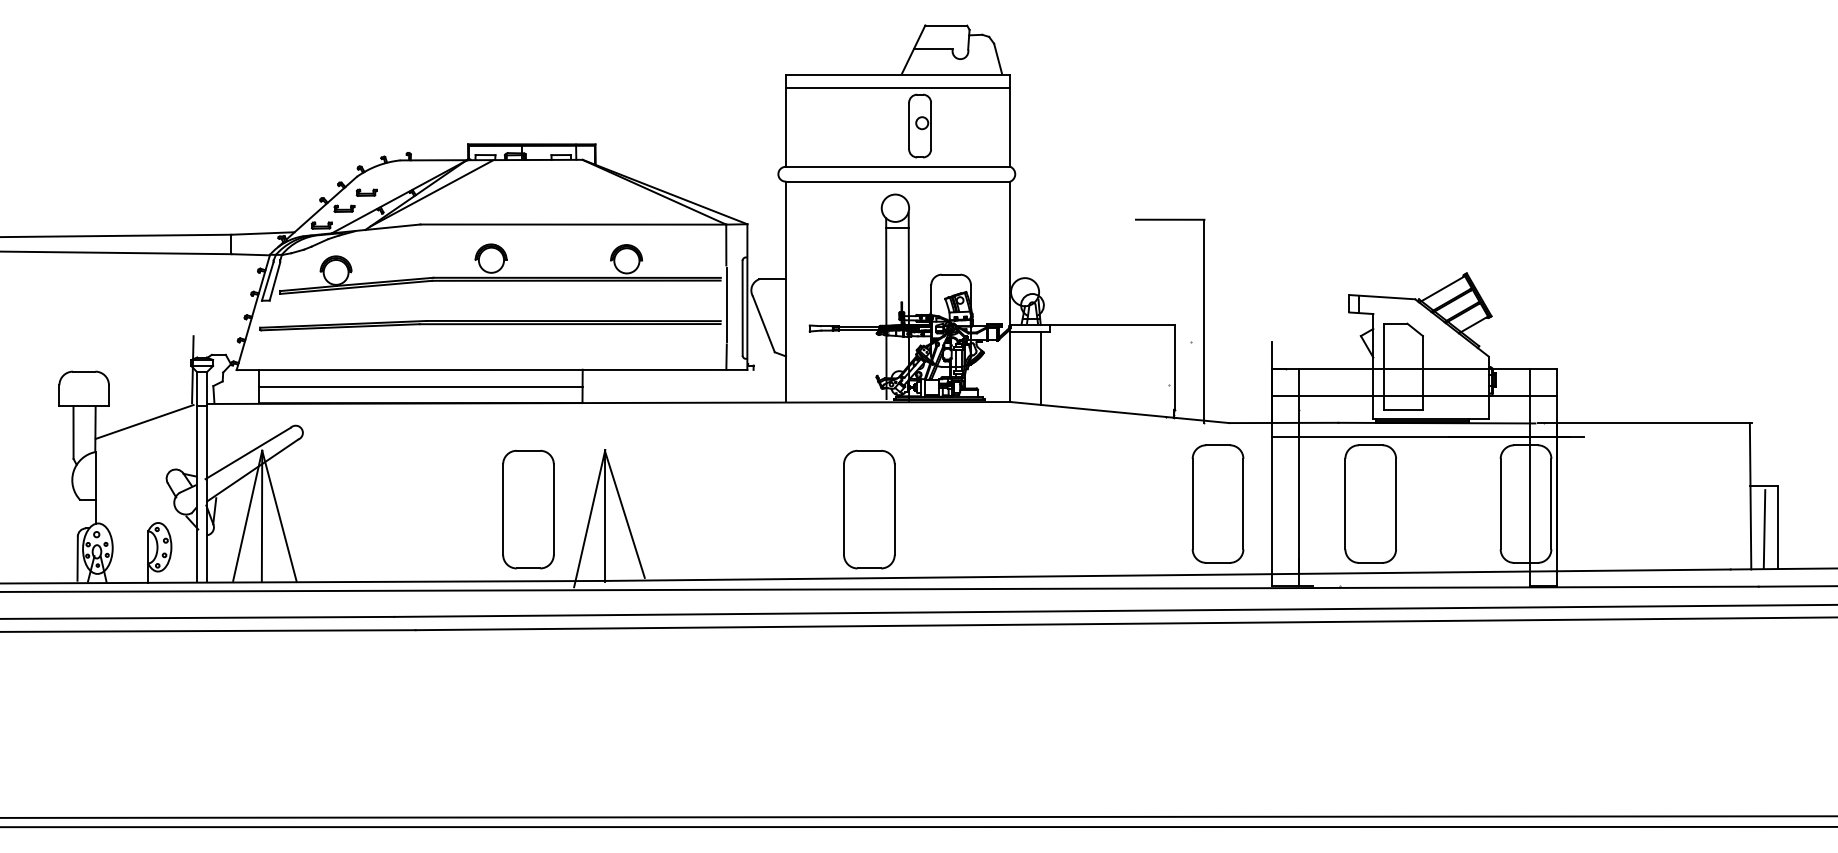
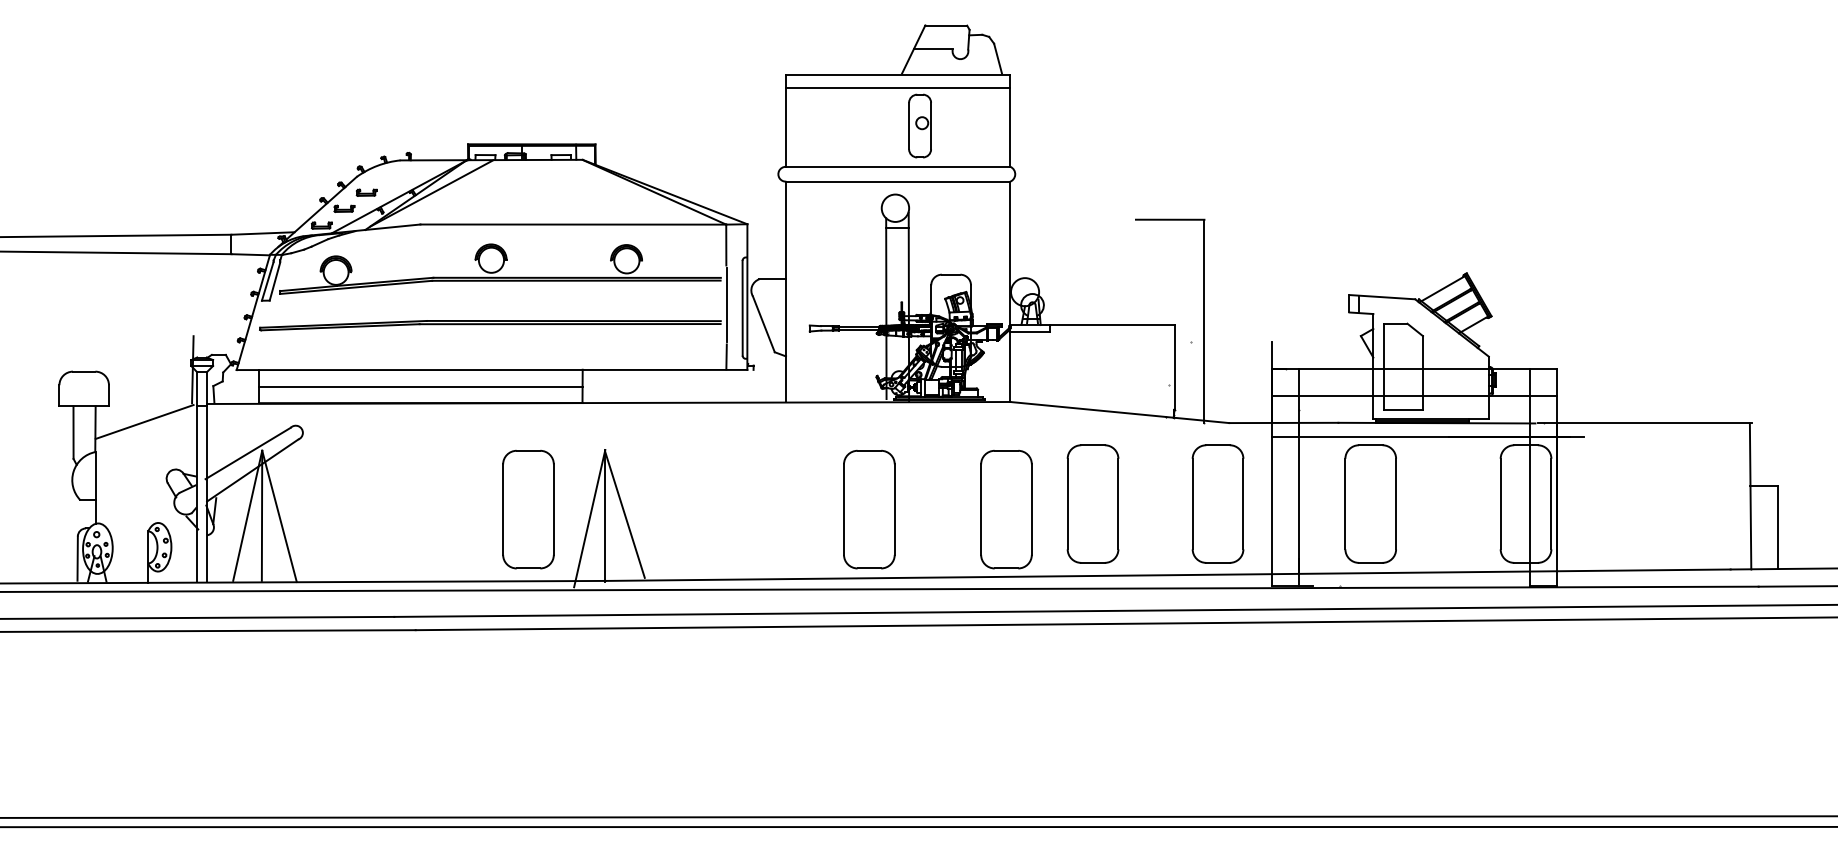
line at (1040, 367): present -> none
part at (1092, 503): none -> present
part at (1006, 509): none -> present
line at (1764, 529): present -> none
